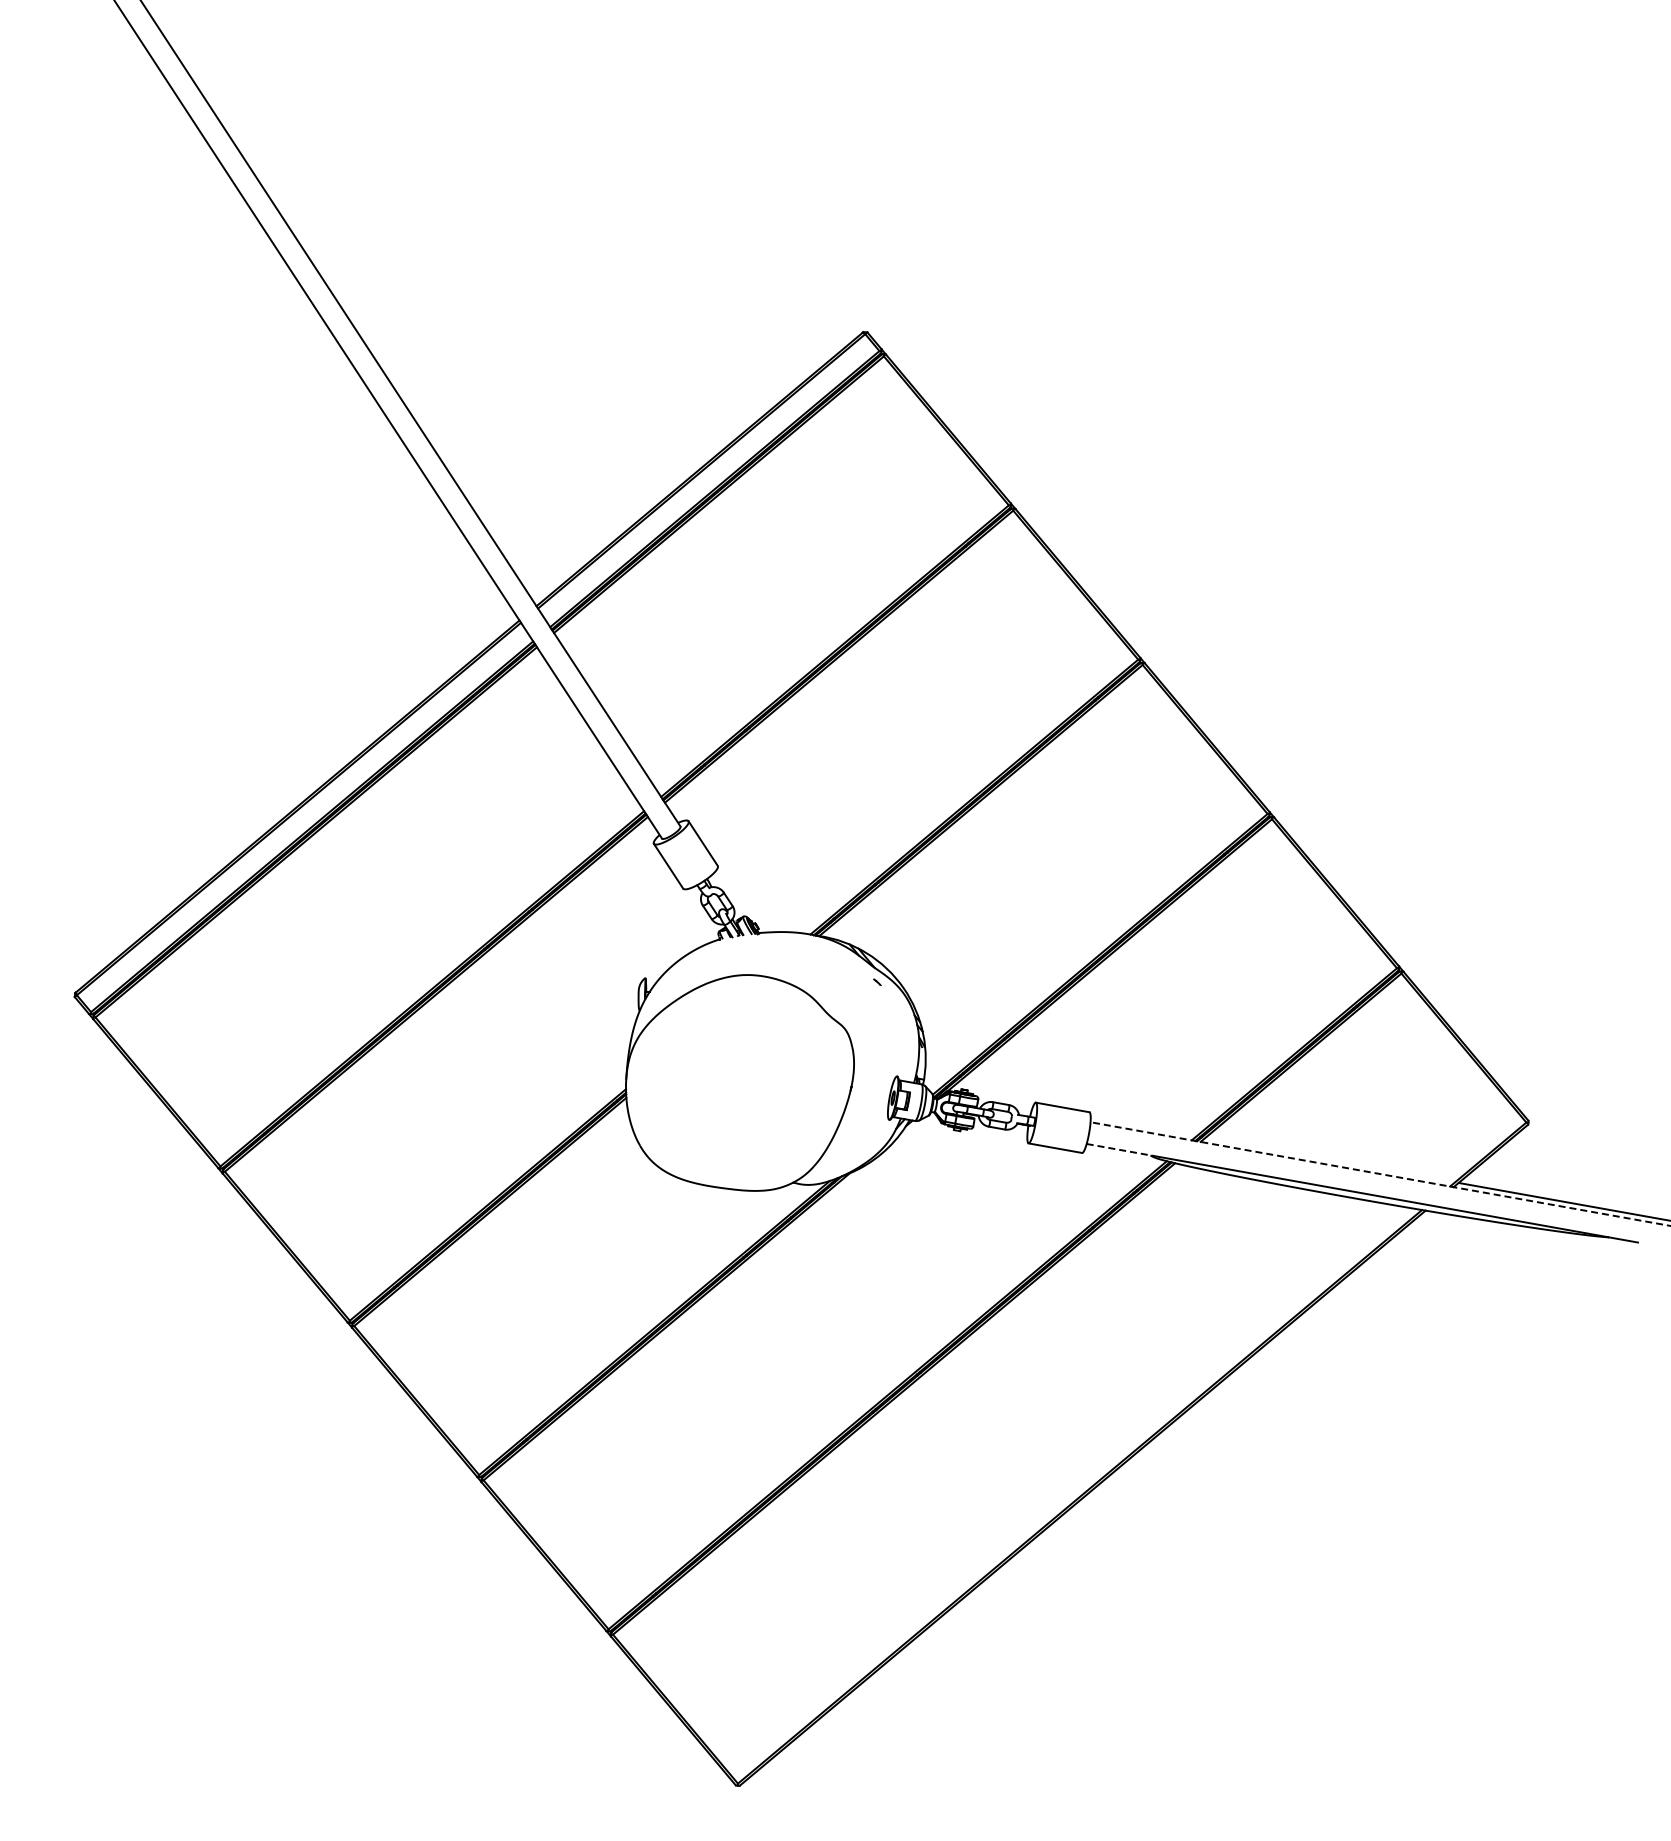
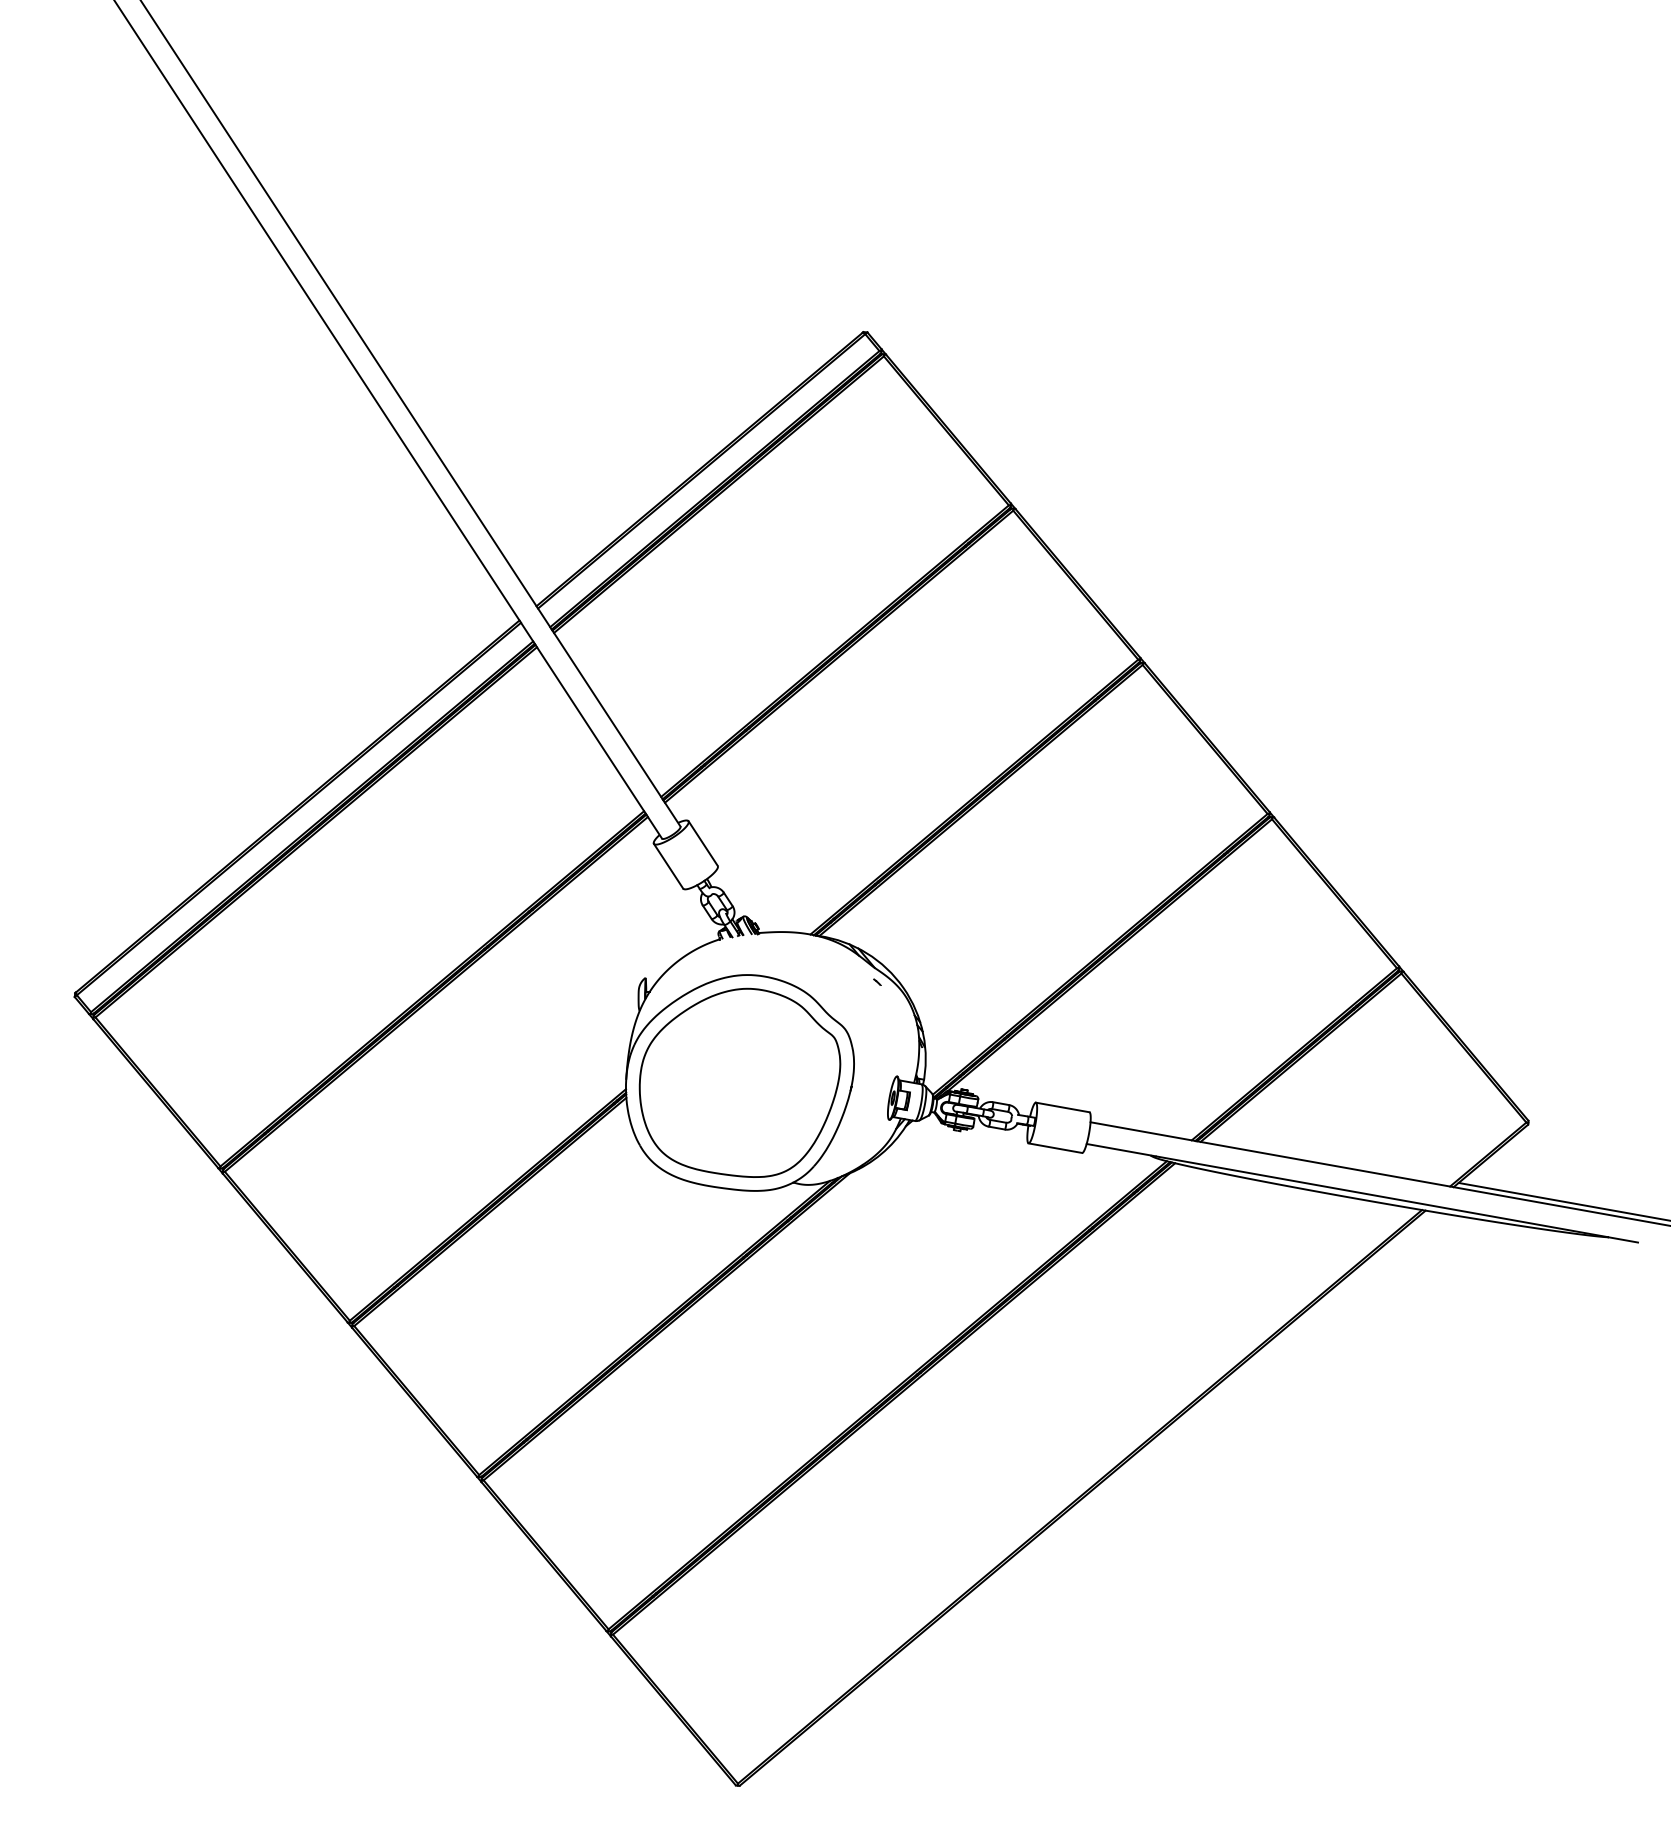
part at (739, 1082): none -> present
line at (1121, 1150): dashed -> solid
line at (1379, 1173): dashed -> solid
